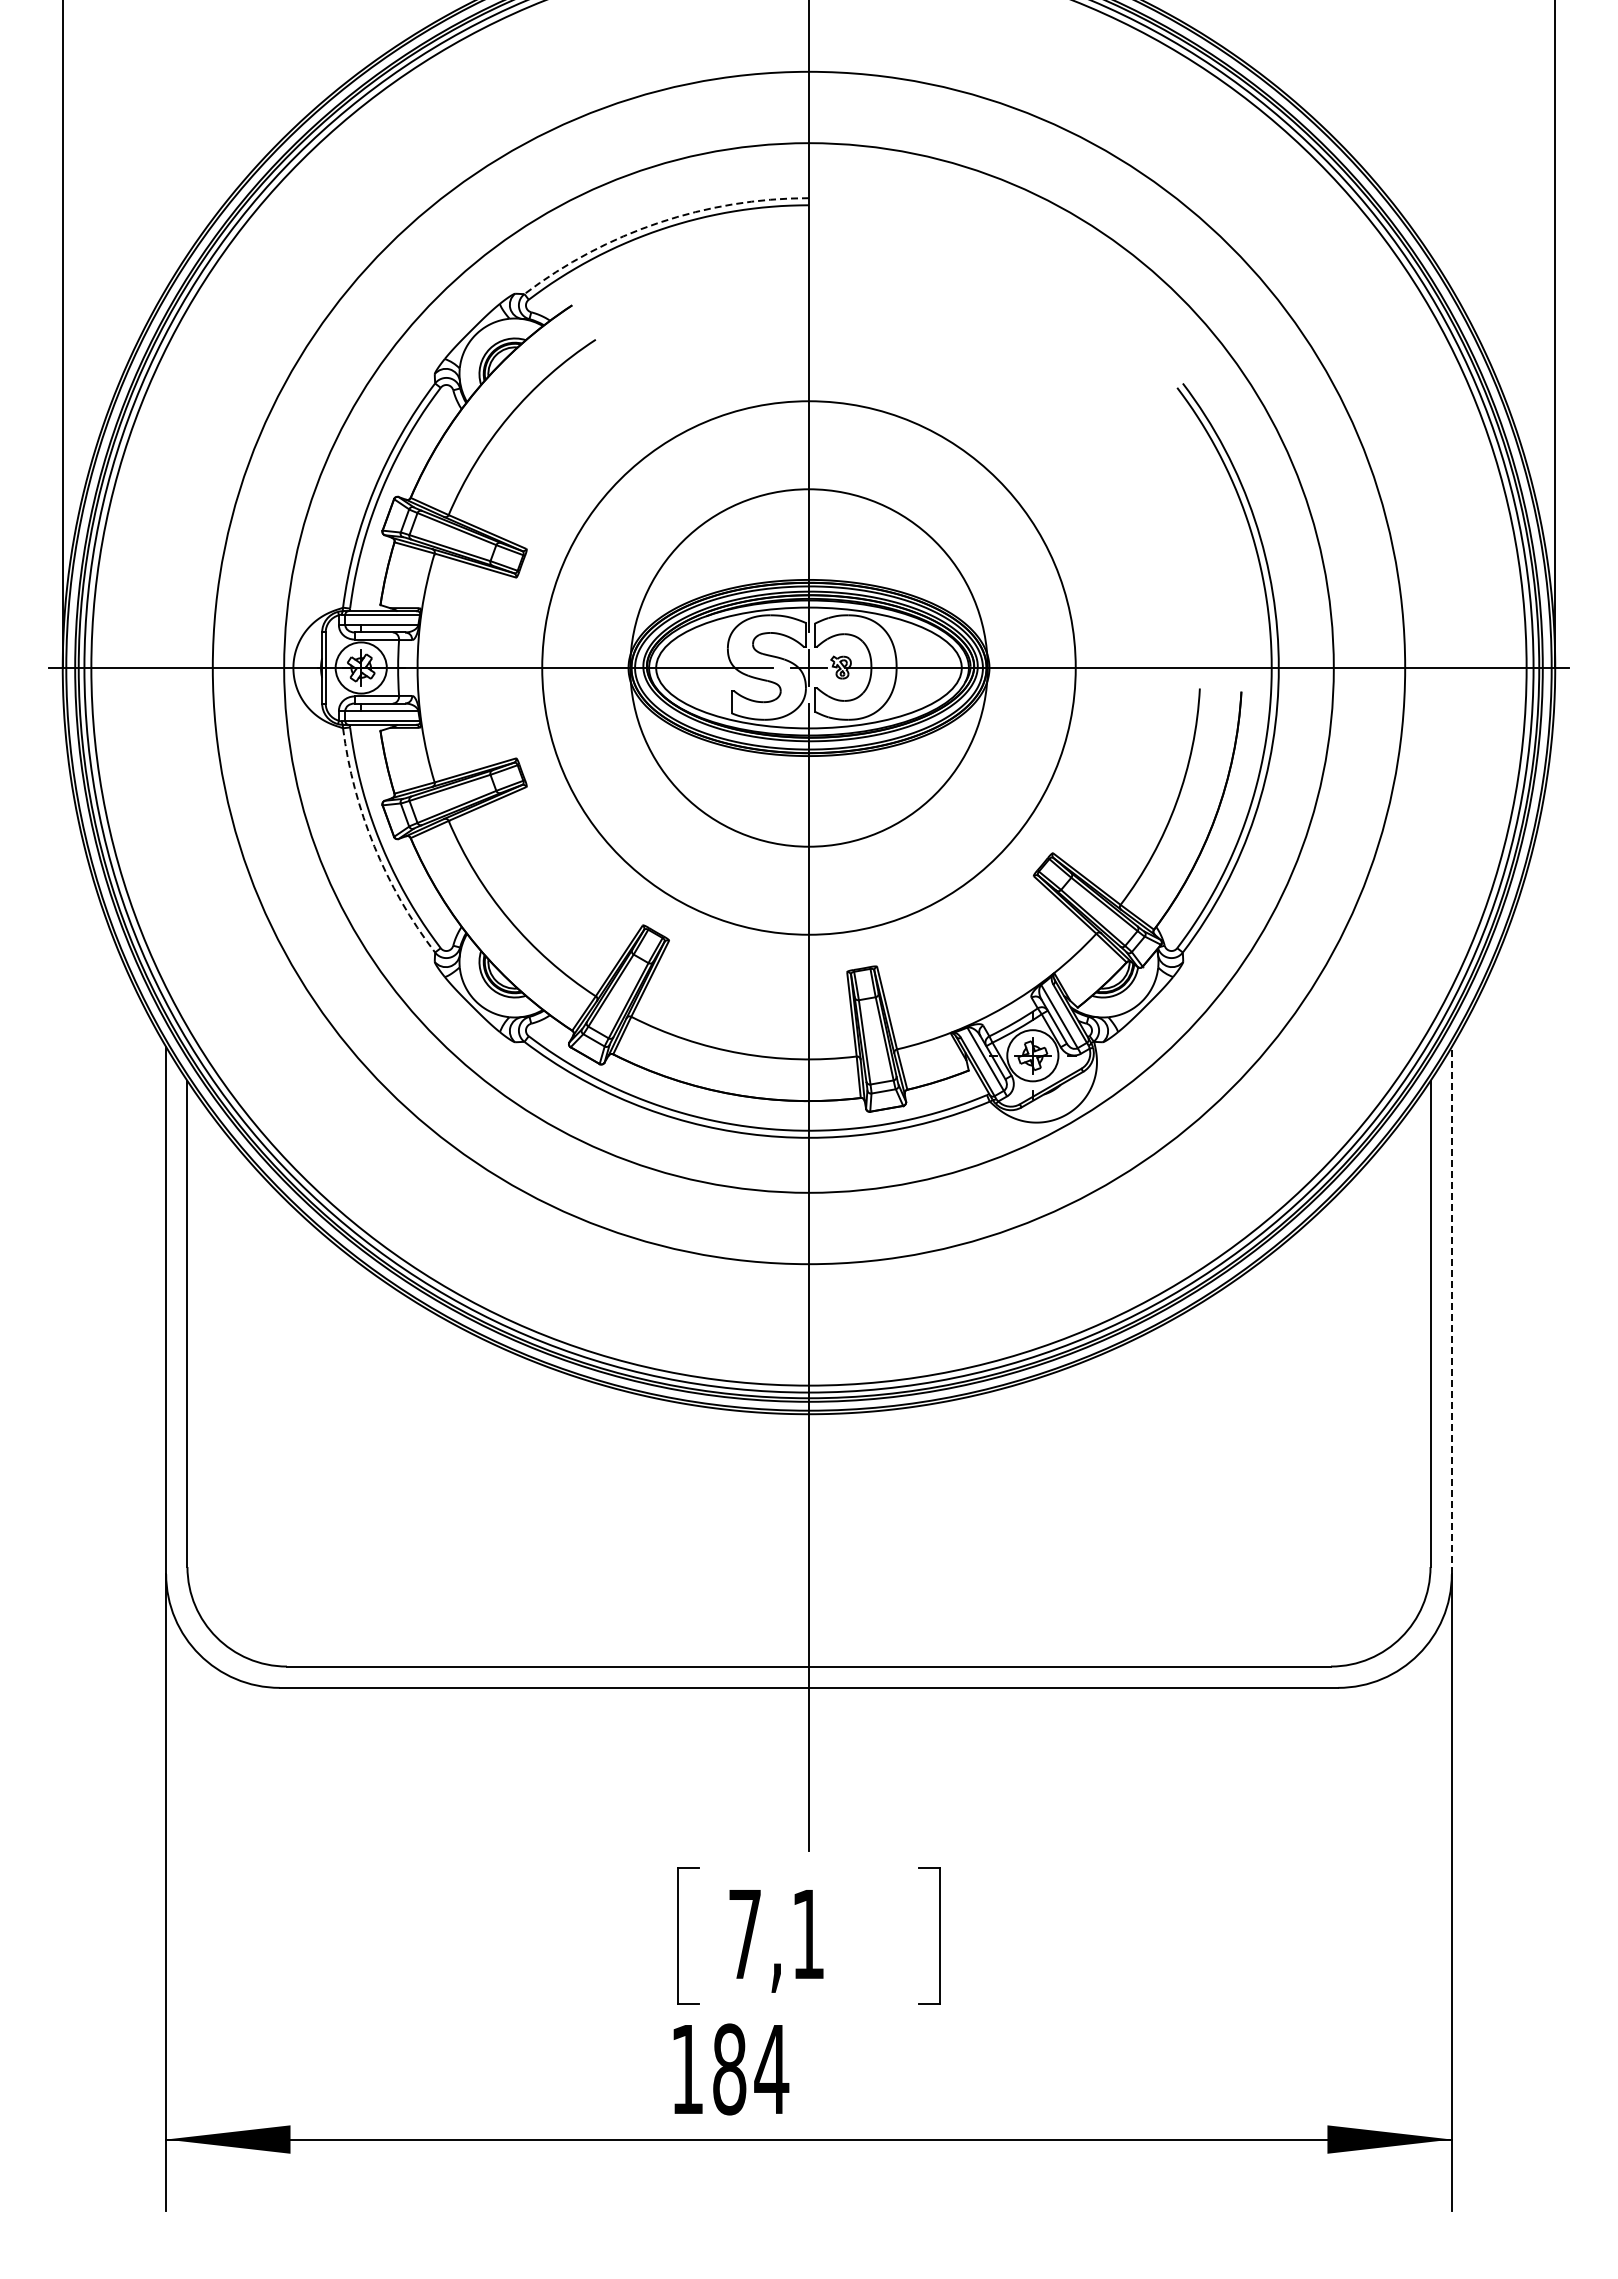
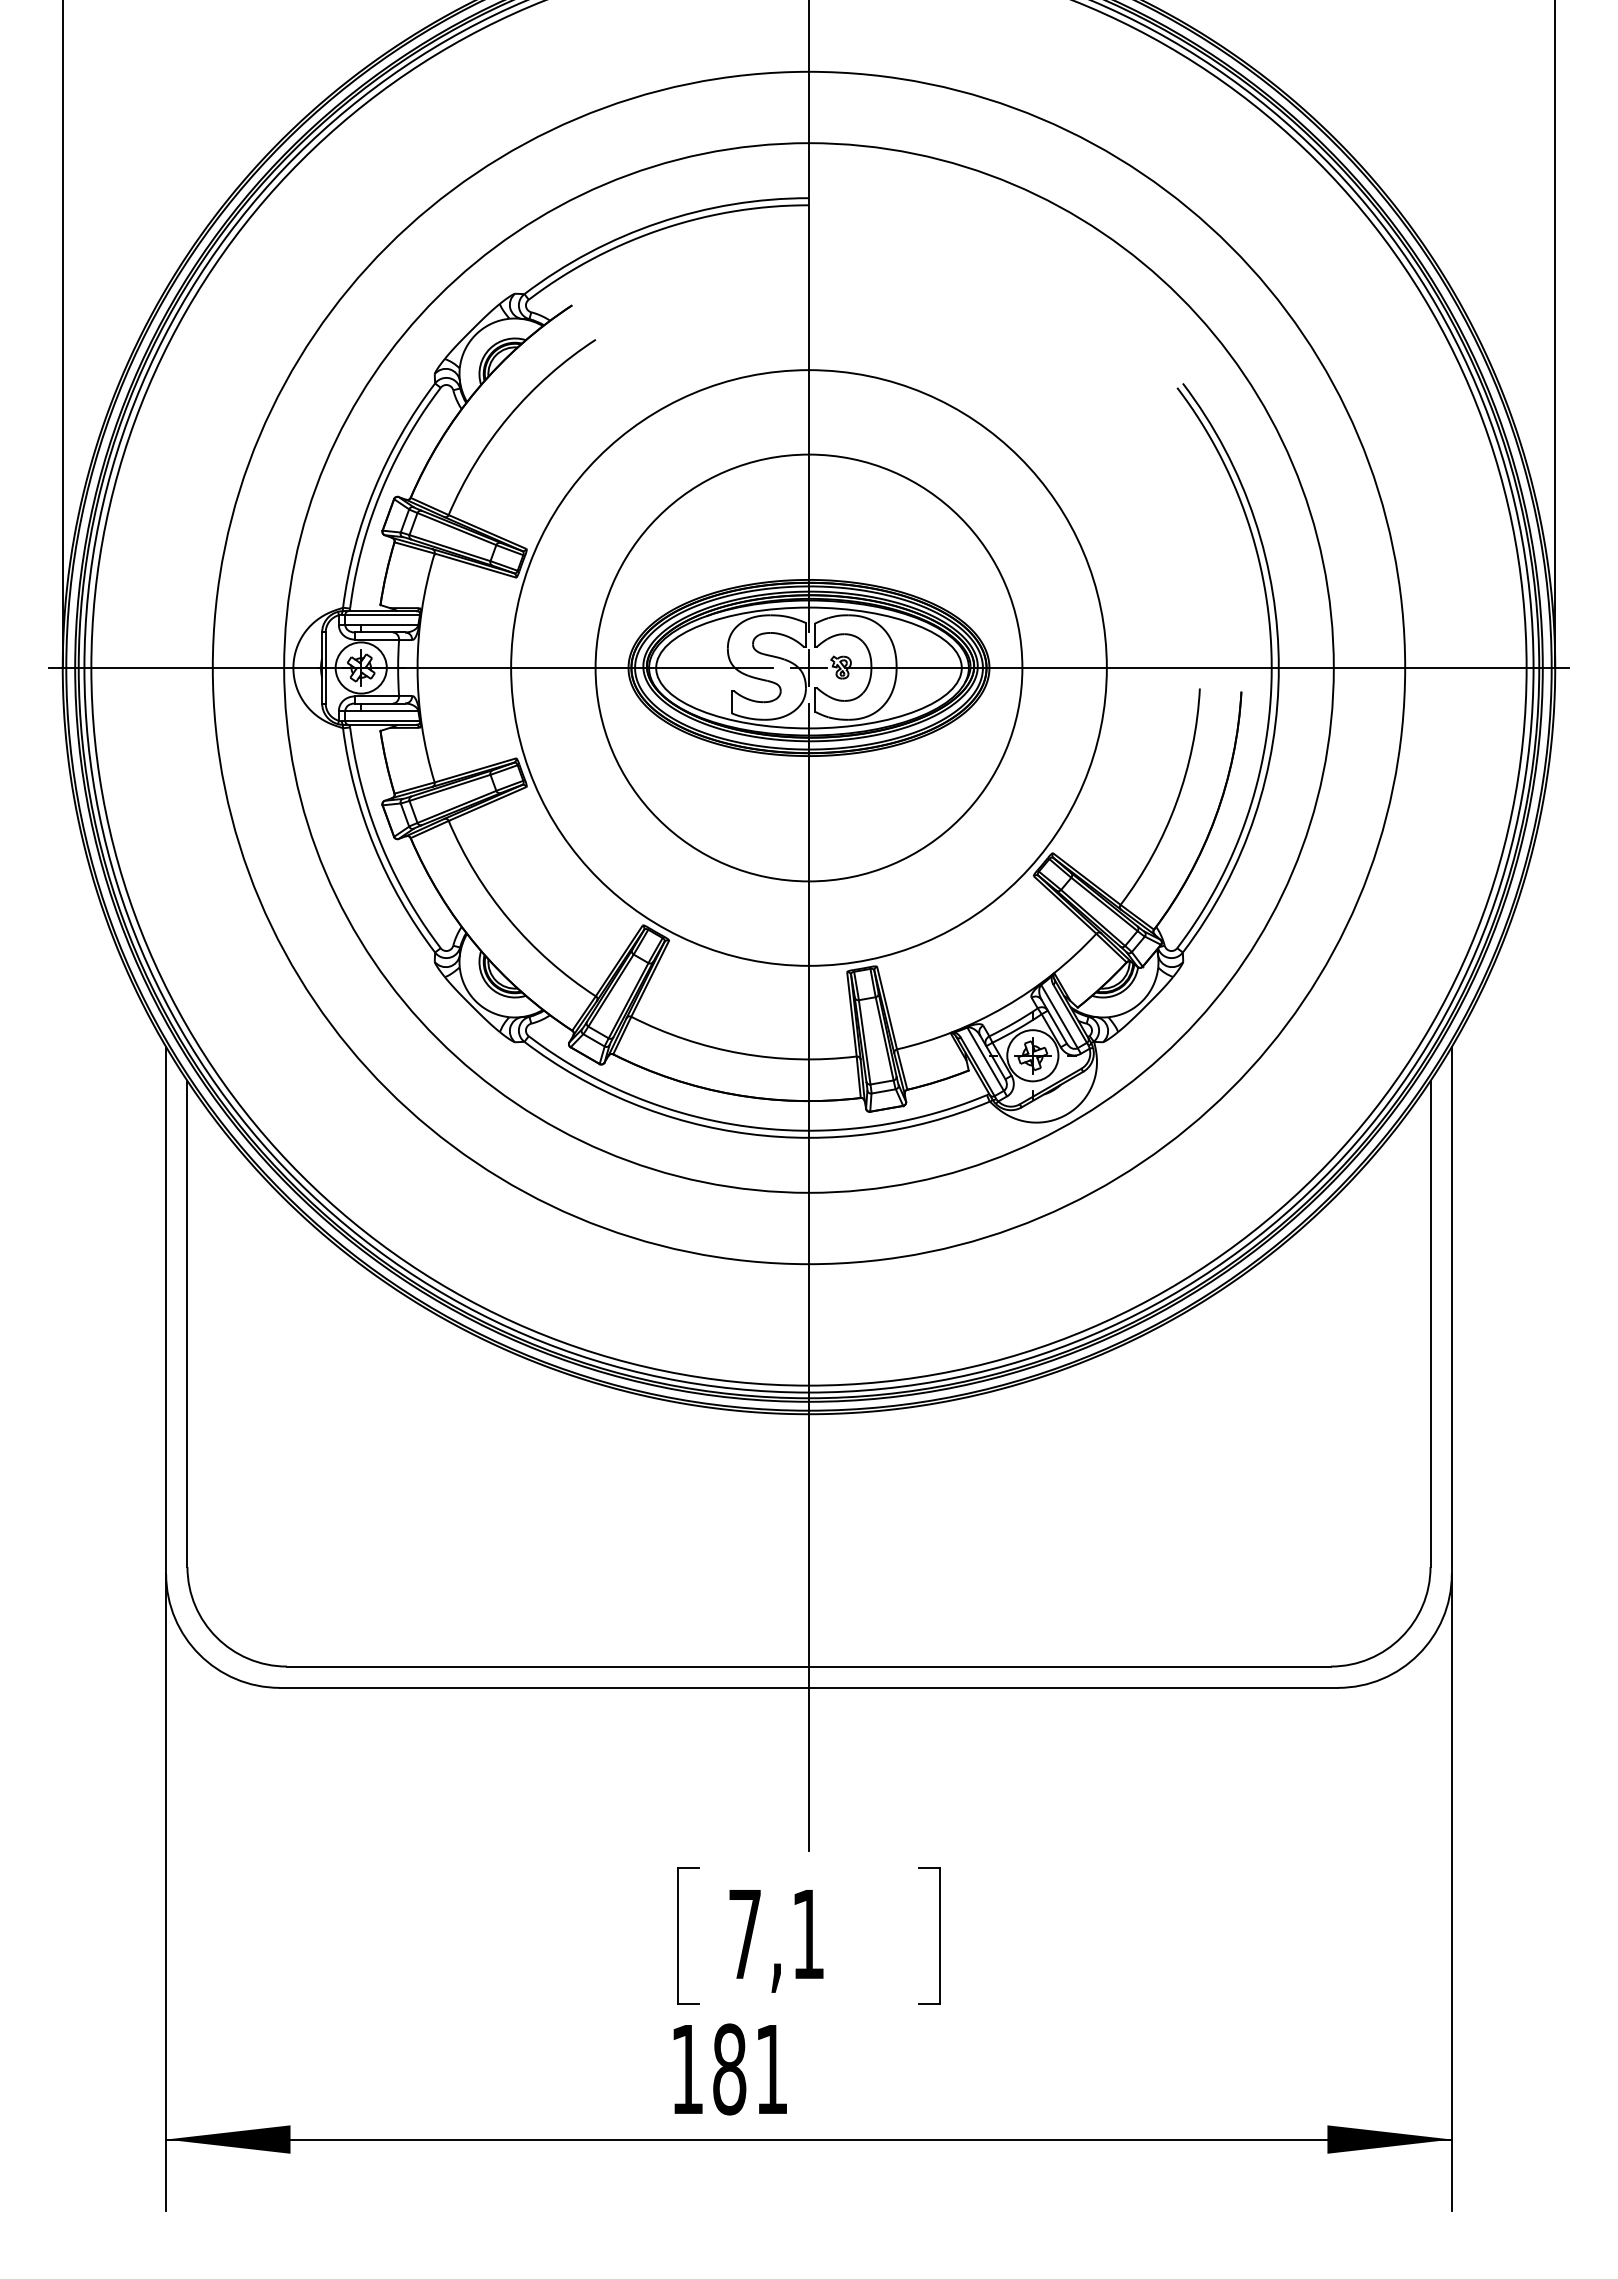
arc at (658, 222): dashed -> solid
circle at (808, 667) diameter: 357 px -> 596 px
circle at (808, 667) diameter: 534 px -> 427 px
arc at (374, 846): dashed -> solid
line at (1451, 1310): dashed -> solid
text at (771, 2069): 184 -> 181
